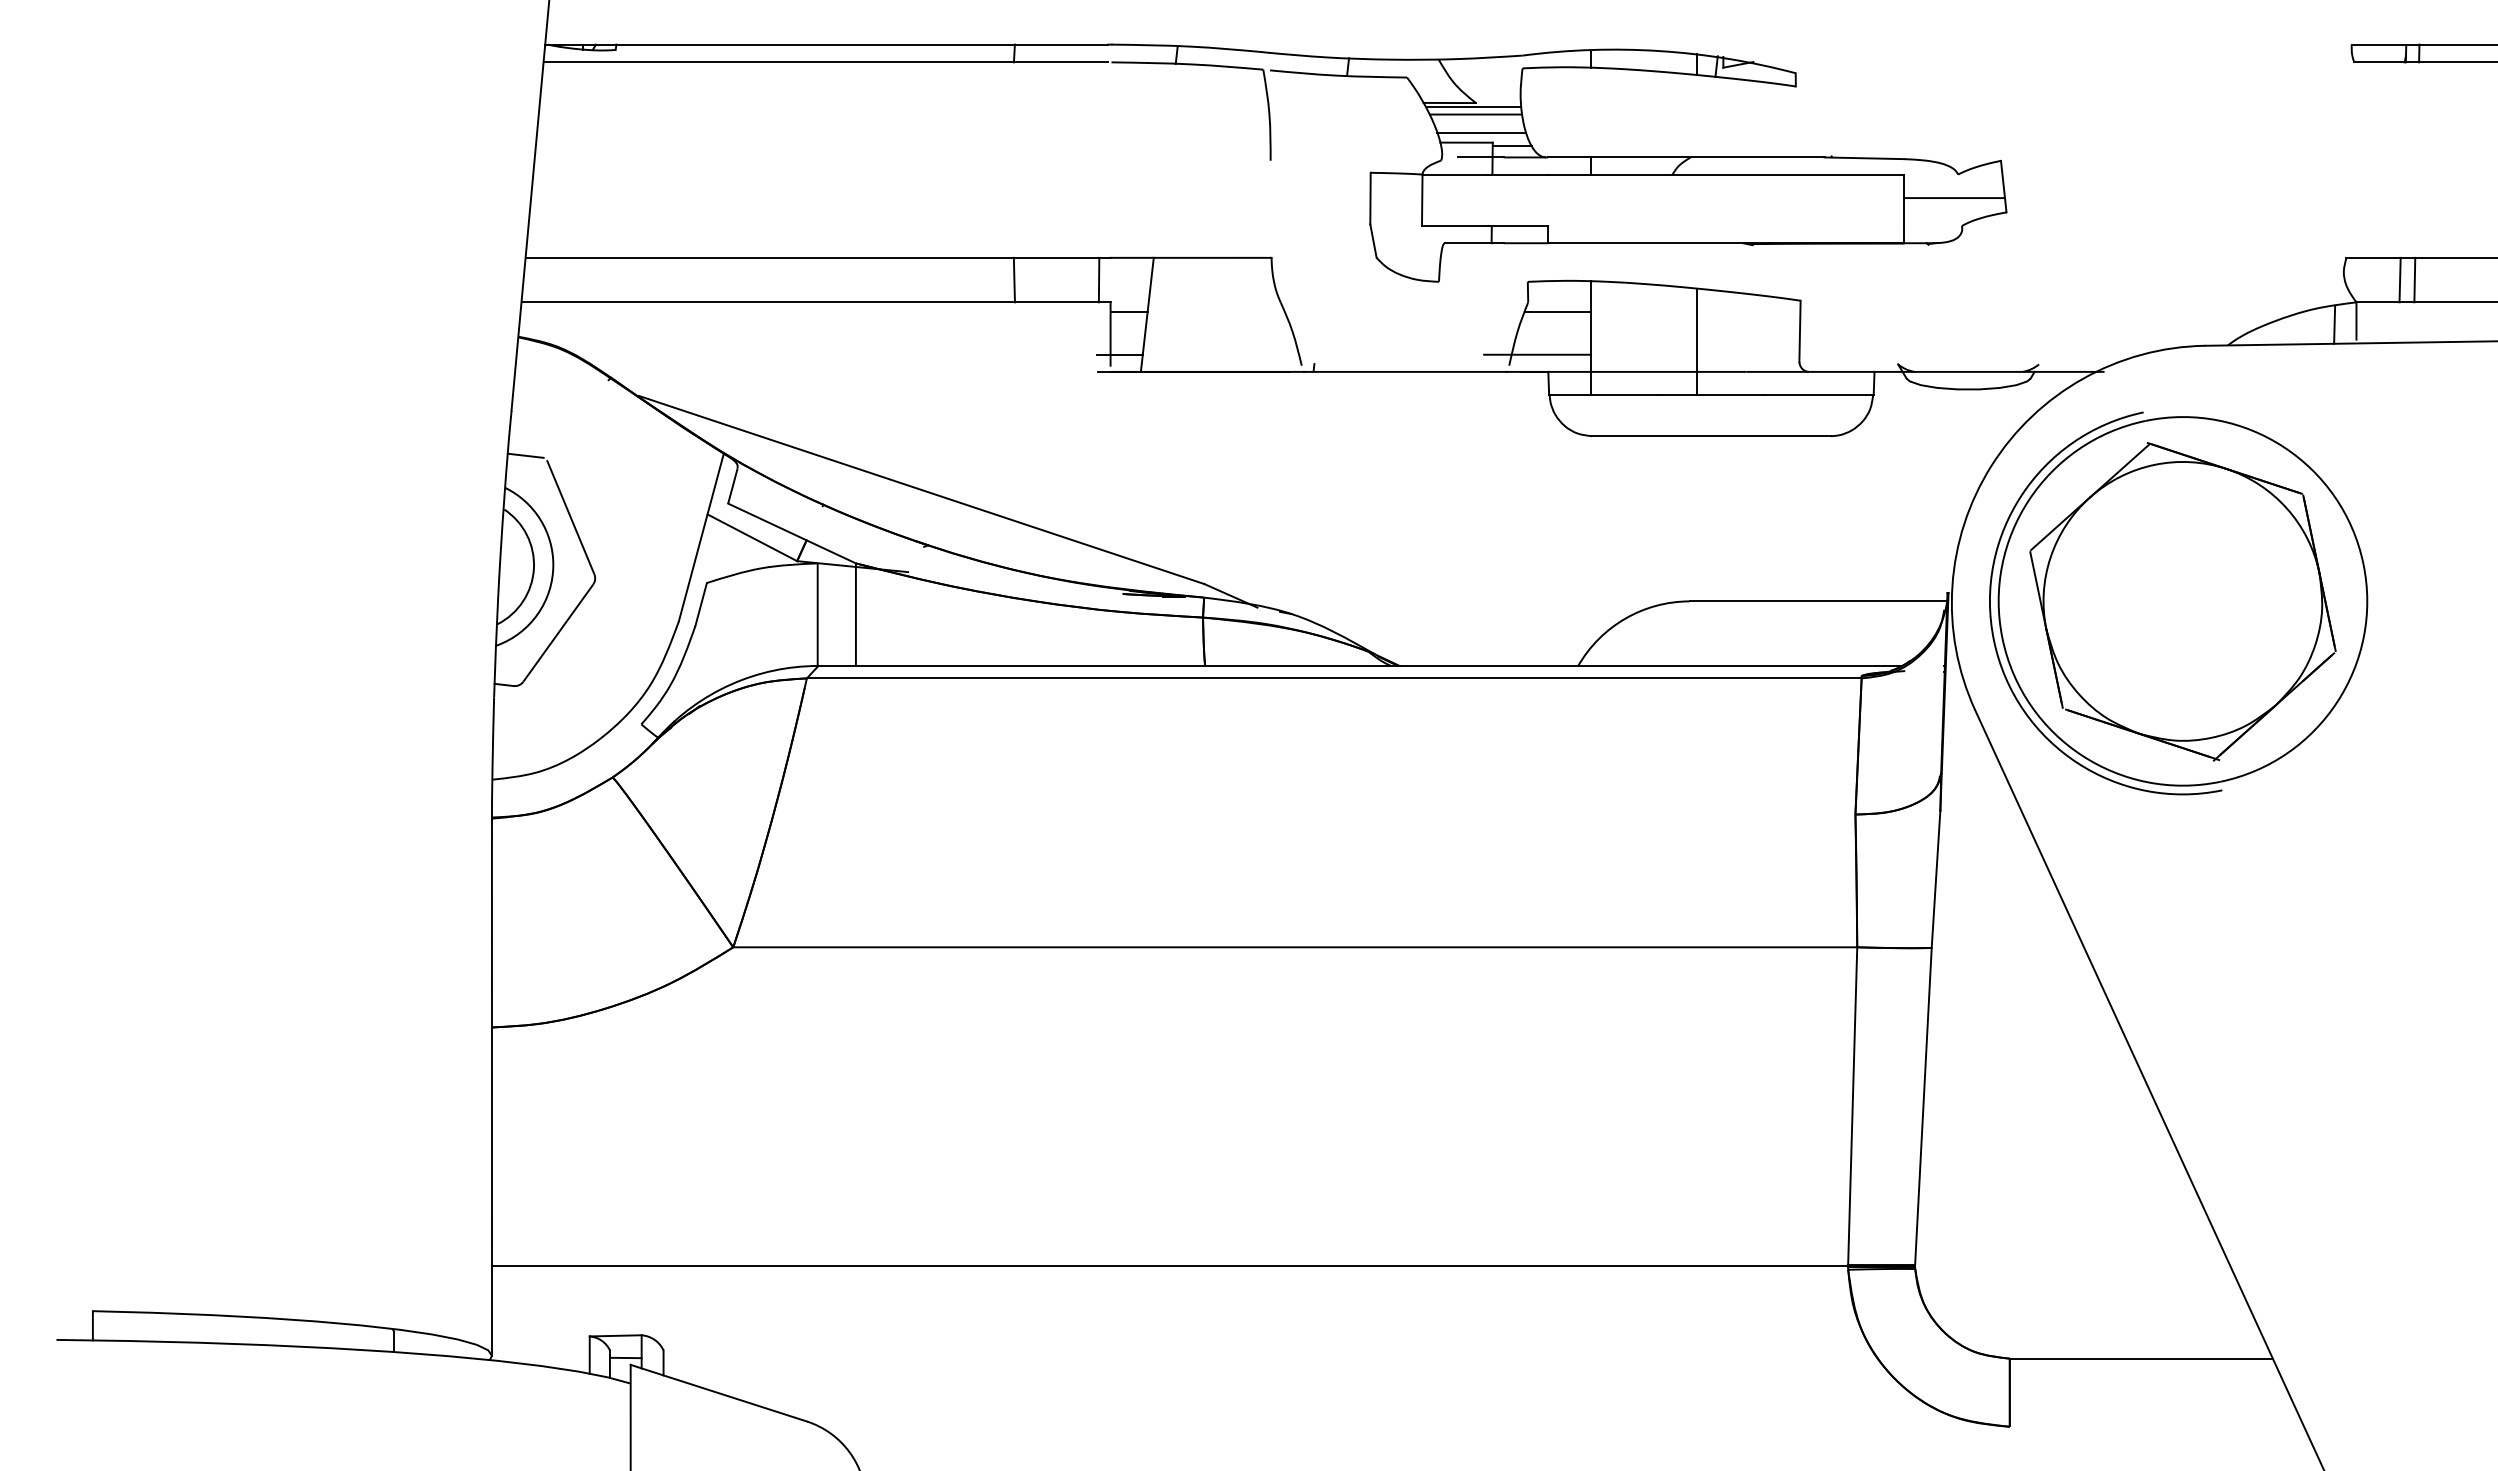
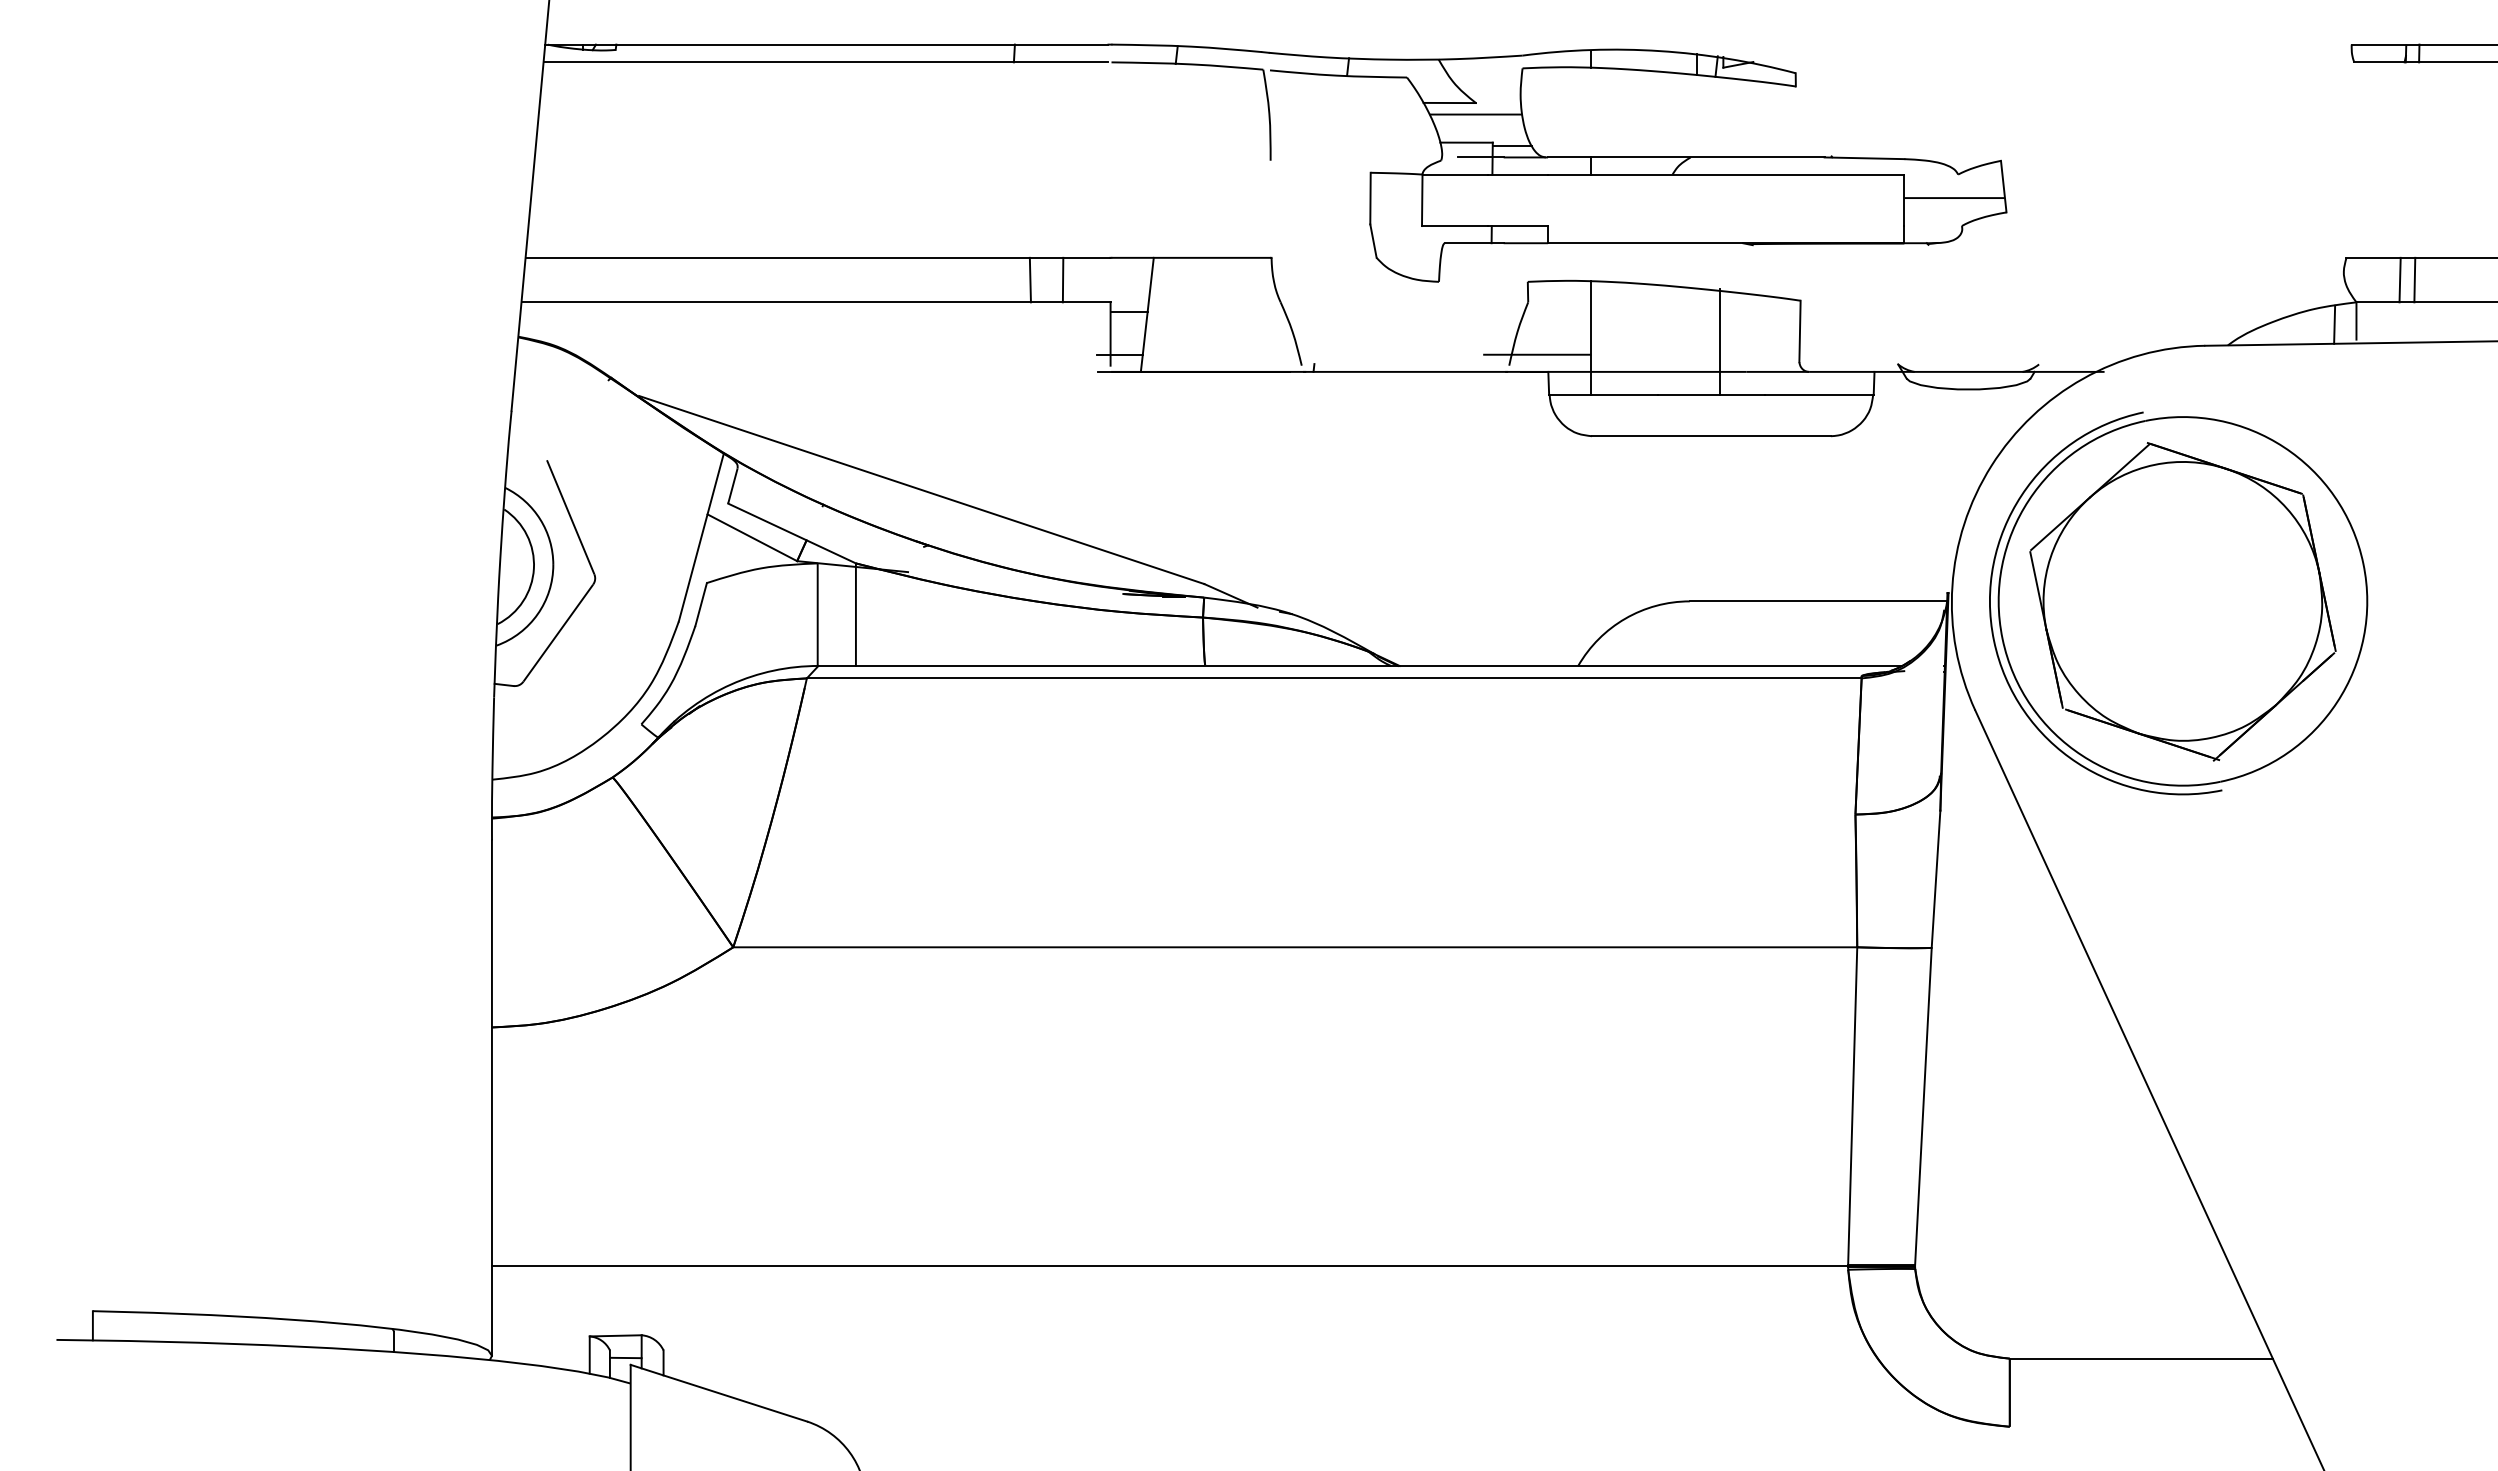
line at (1473, 107): present -> none
line at (1481, 133): present -> none
line at (1013, 279) position: (1013, 279) -> (1029, 279)
line at (1098, 279) position: (1098, 279) -> (1062, 279)
line at (1557, 311): present -> none
line at (1697, 341) position: (1697, 341) -> (1720, 341)
line at (525, 455): present -> none
